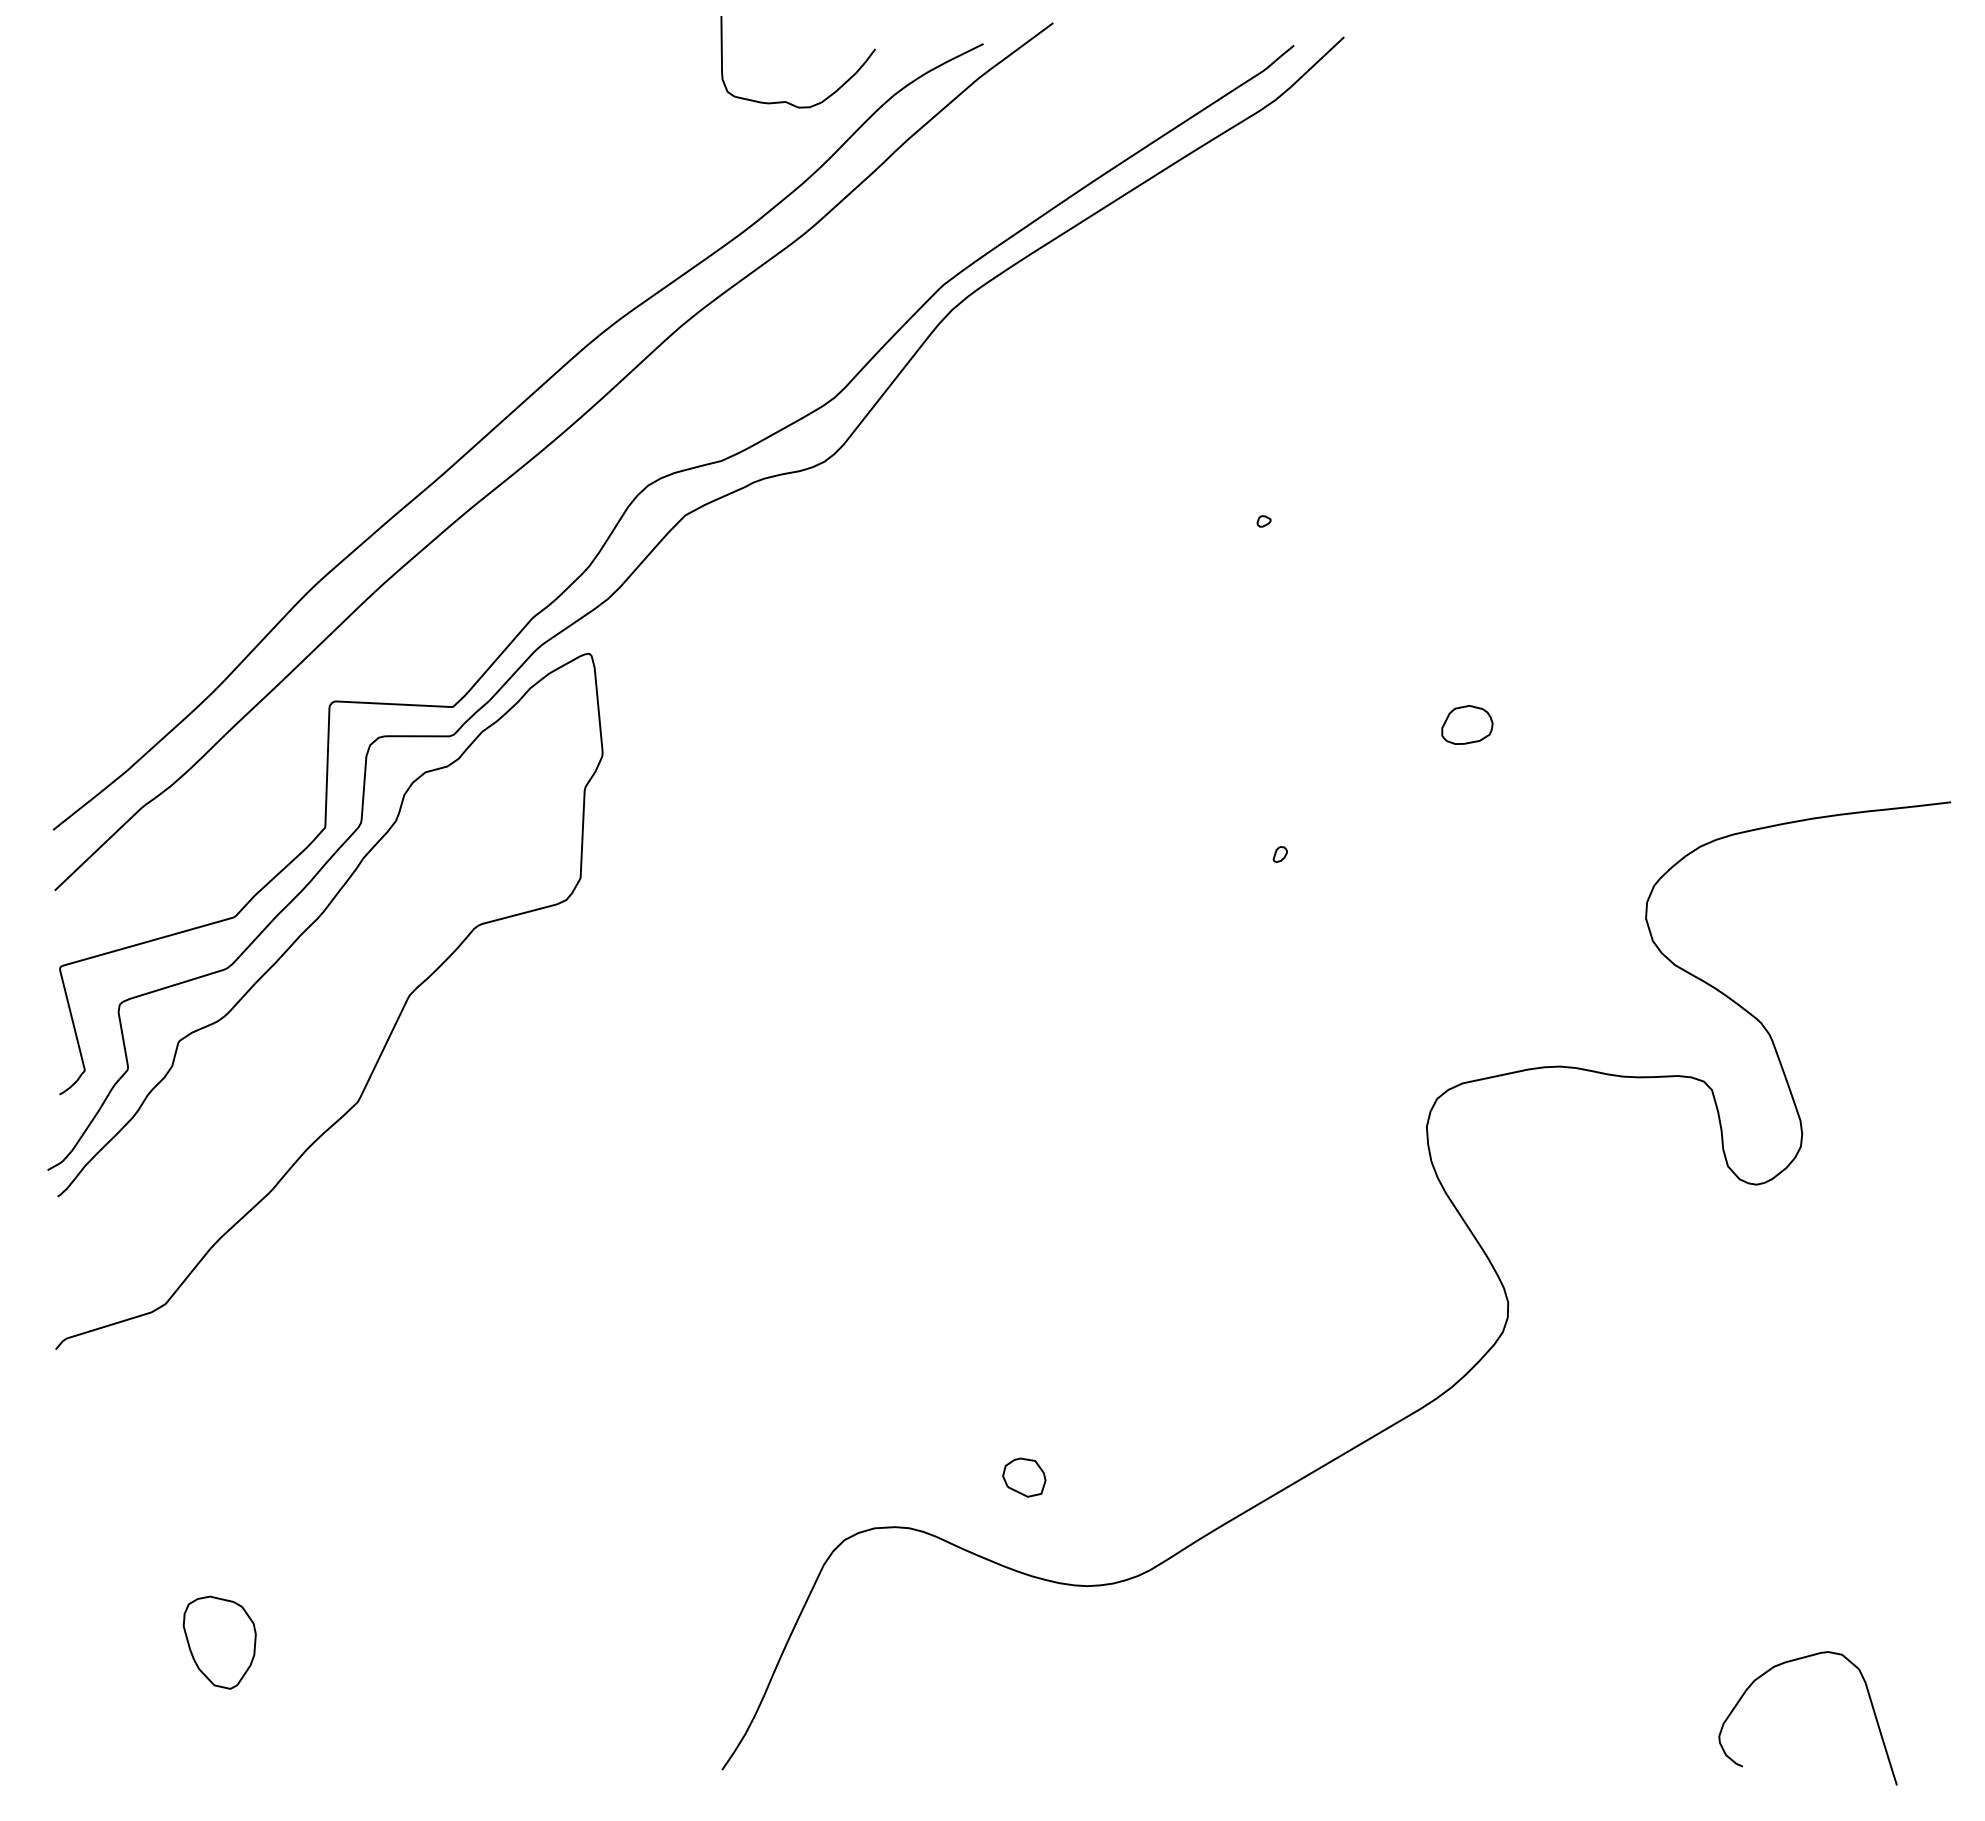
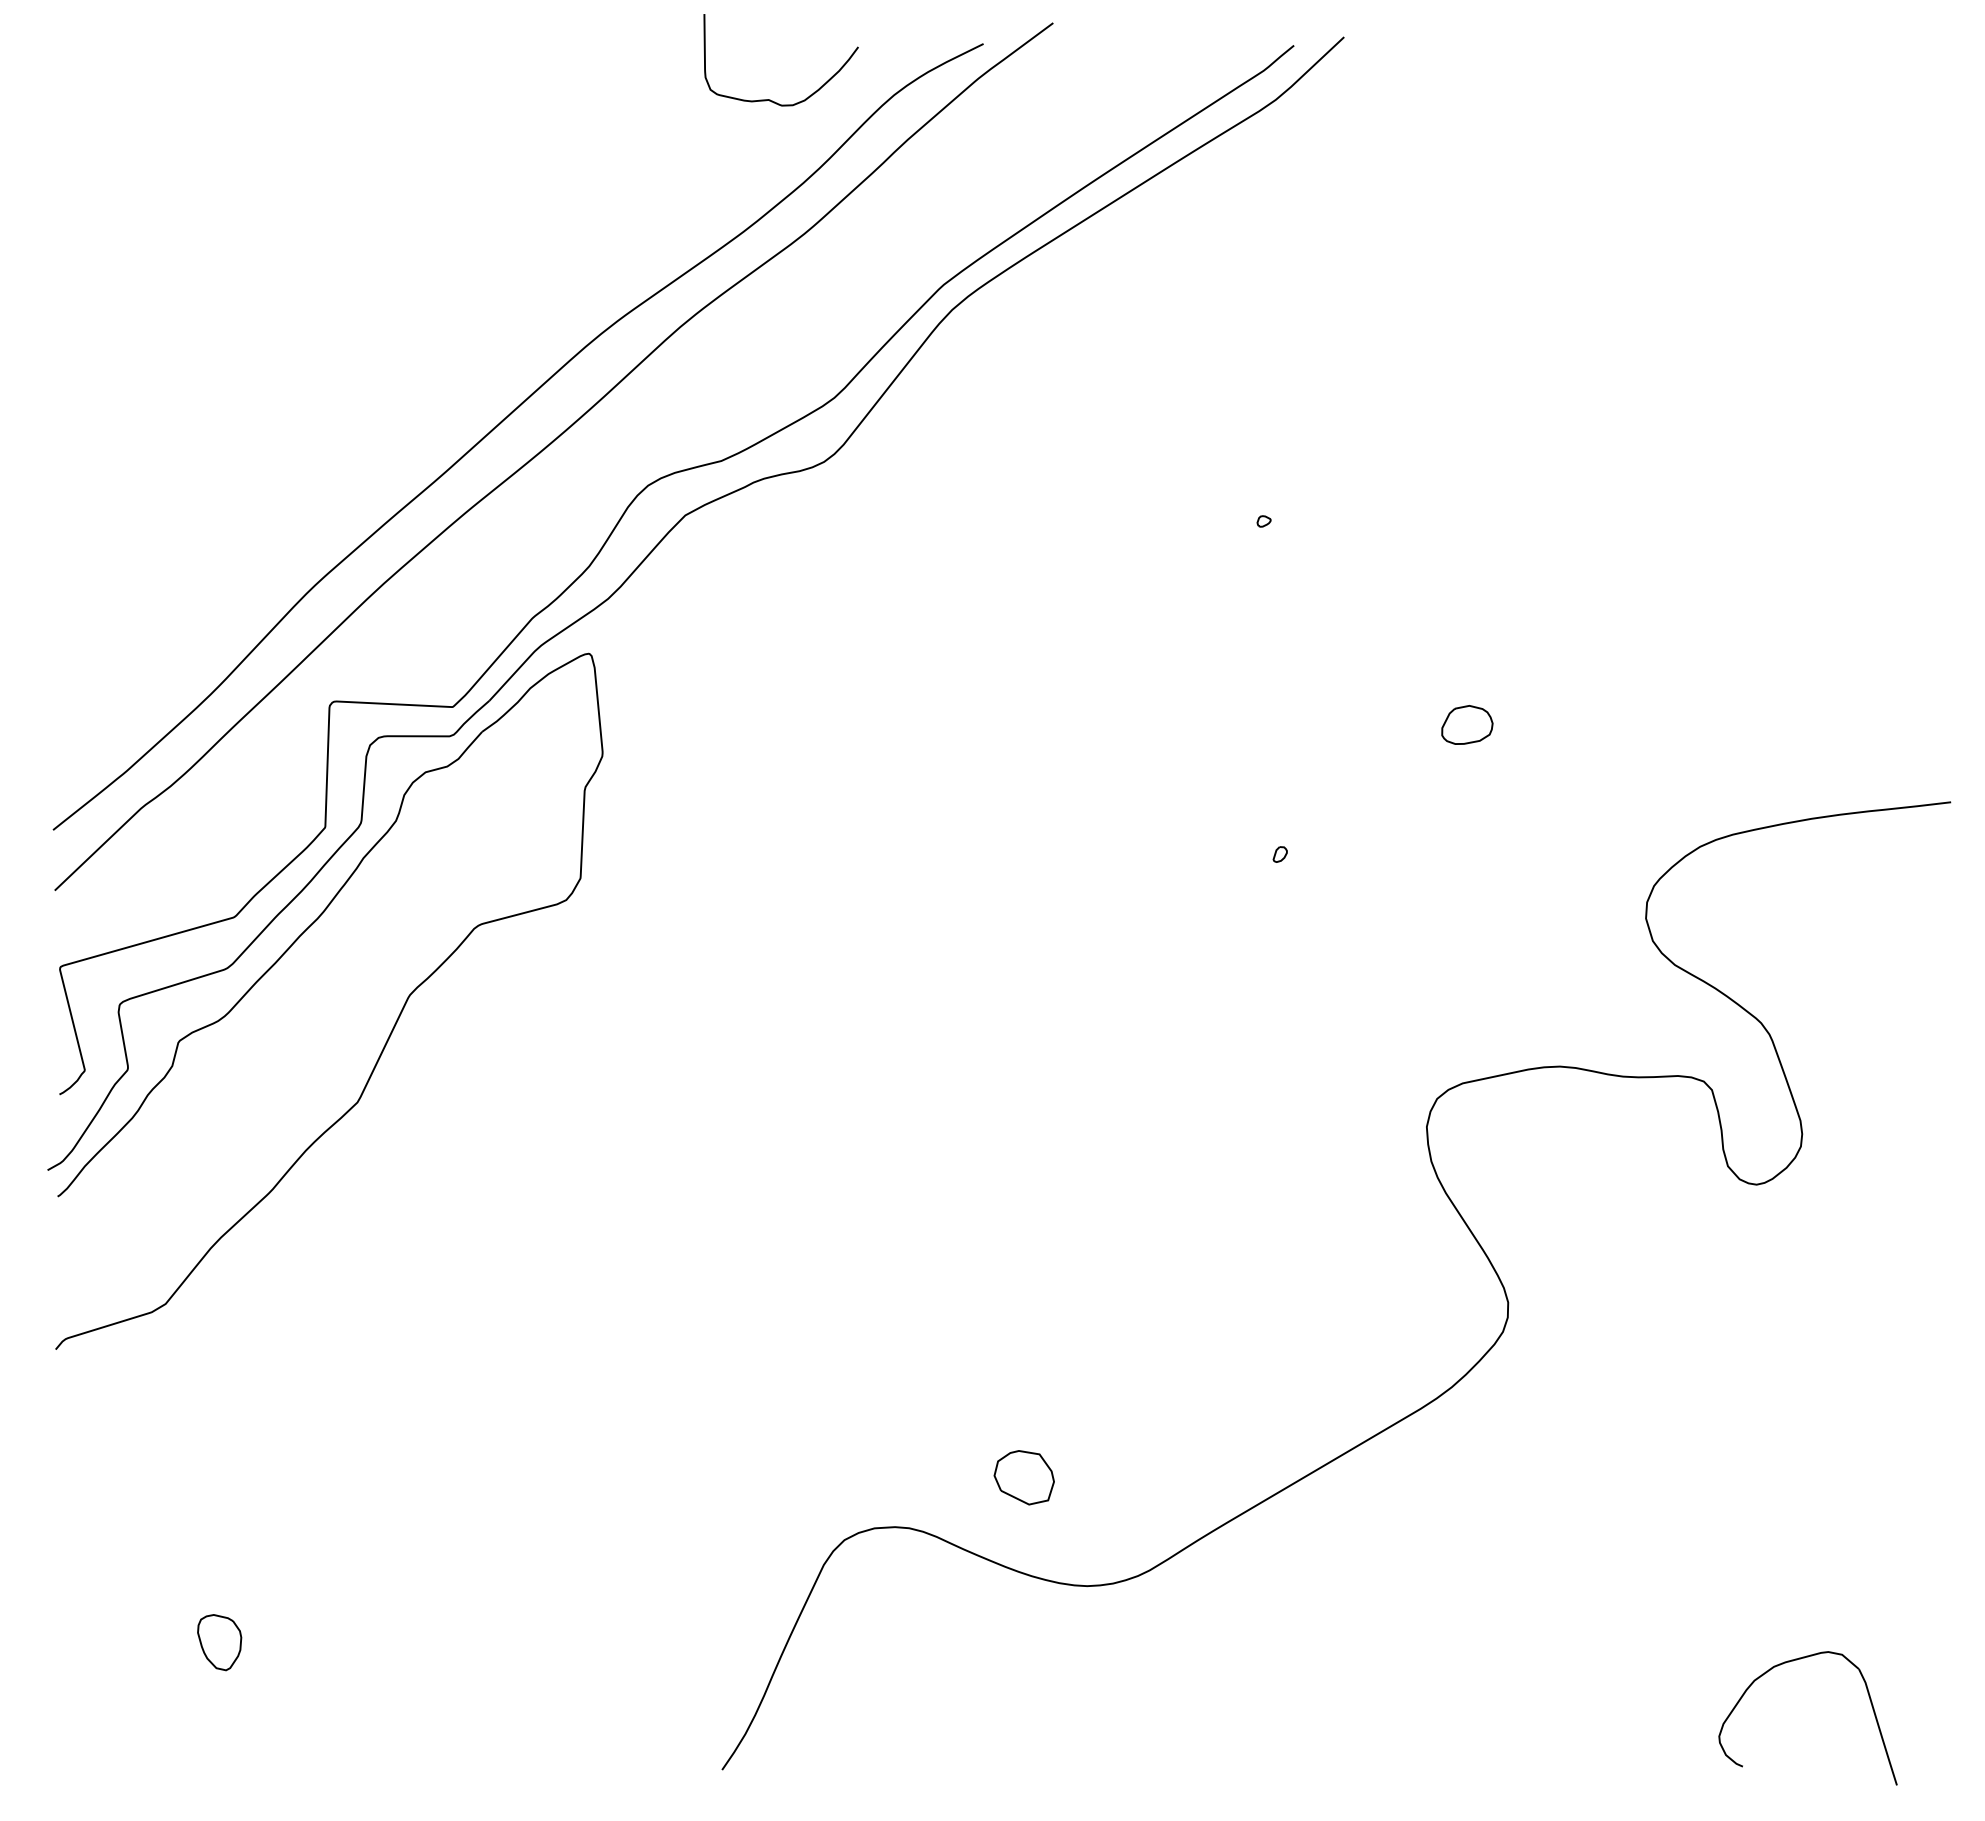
curve at (787, 101) position: (787, 101) -> (770, 99)
part at (1024, 1477) size: 45x41 px -> 62x56 px
part at (219, 1642) size: 75x95 px -> 46x58 px
